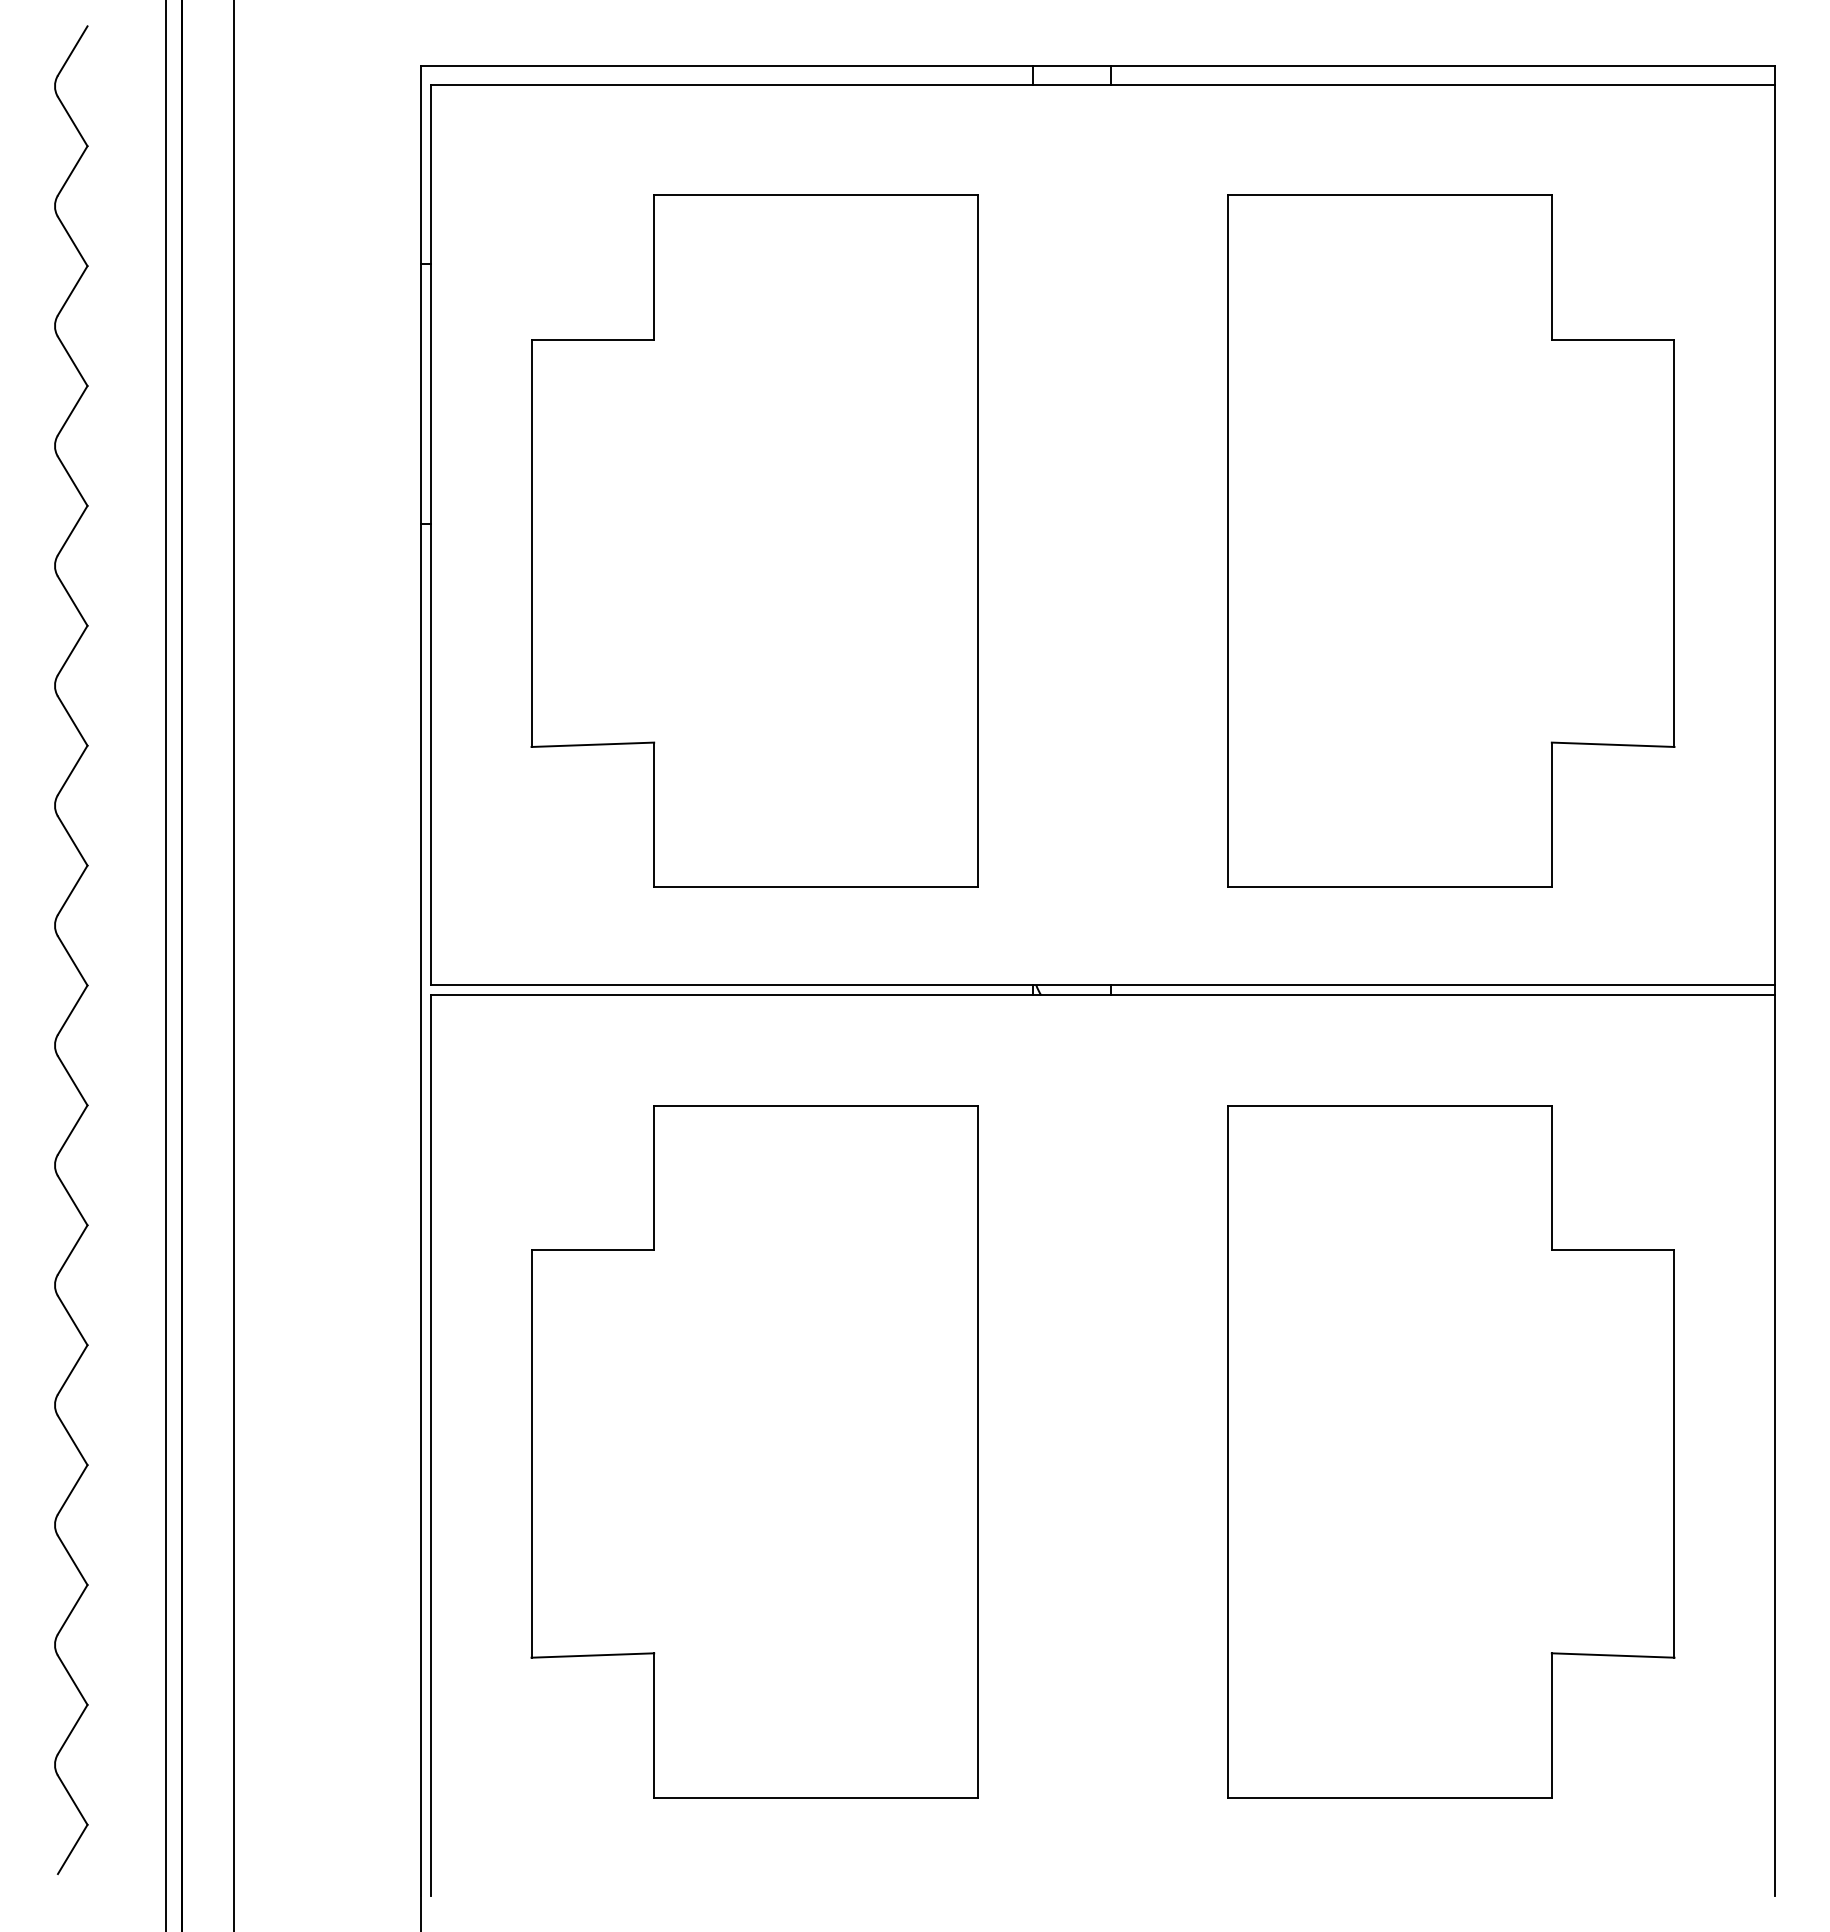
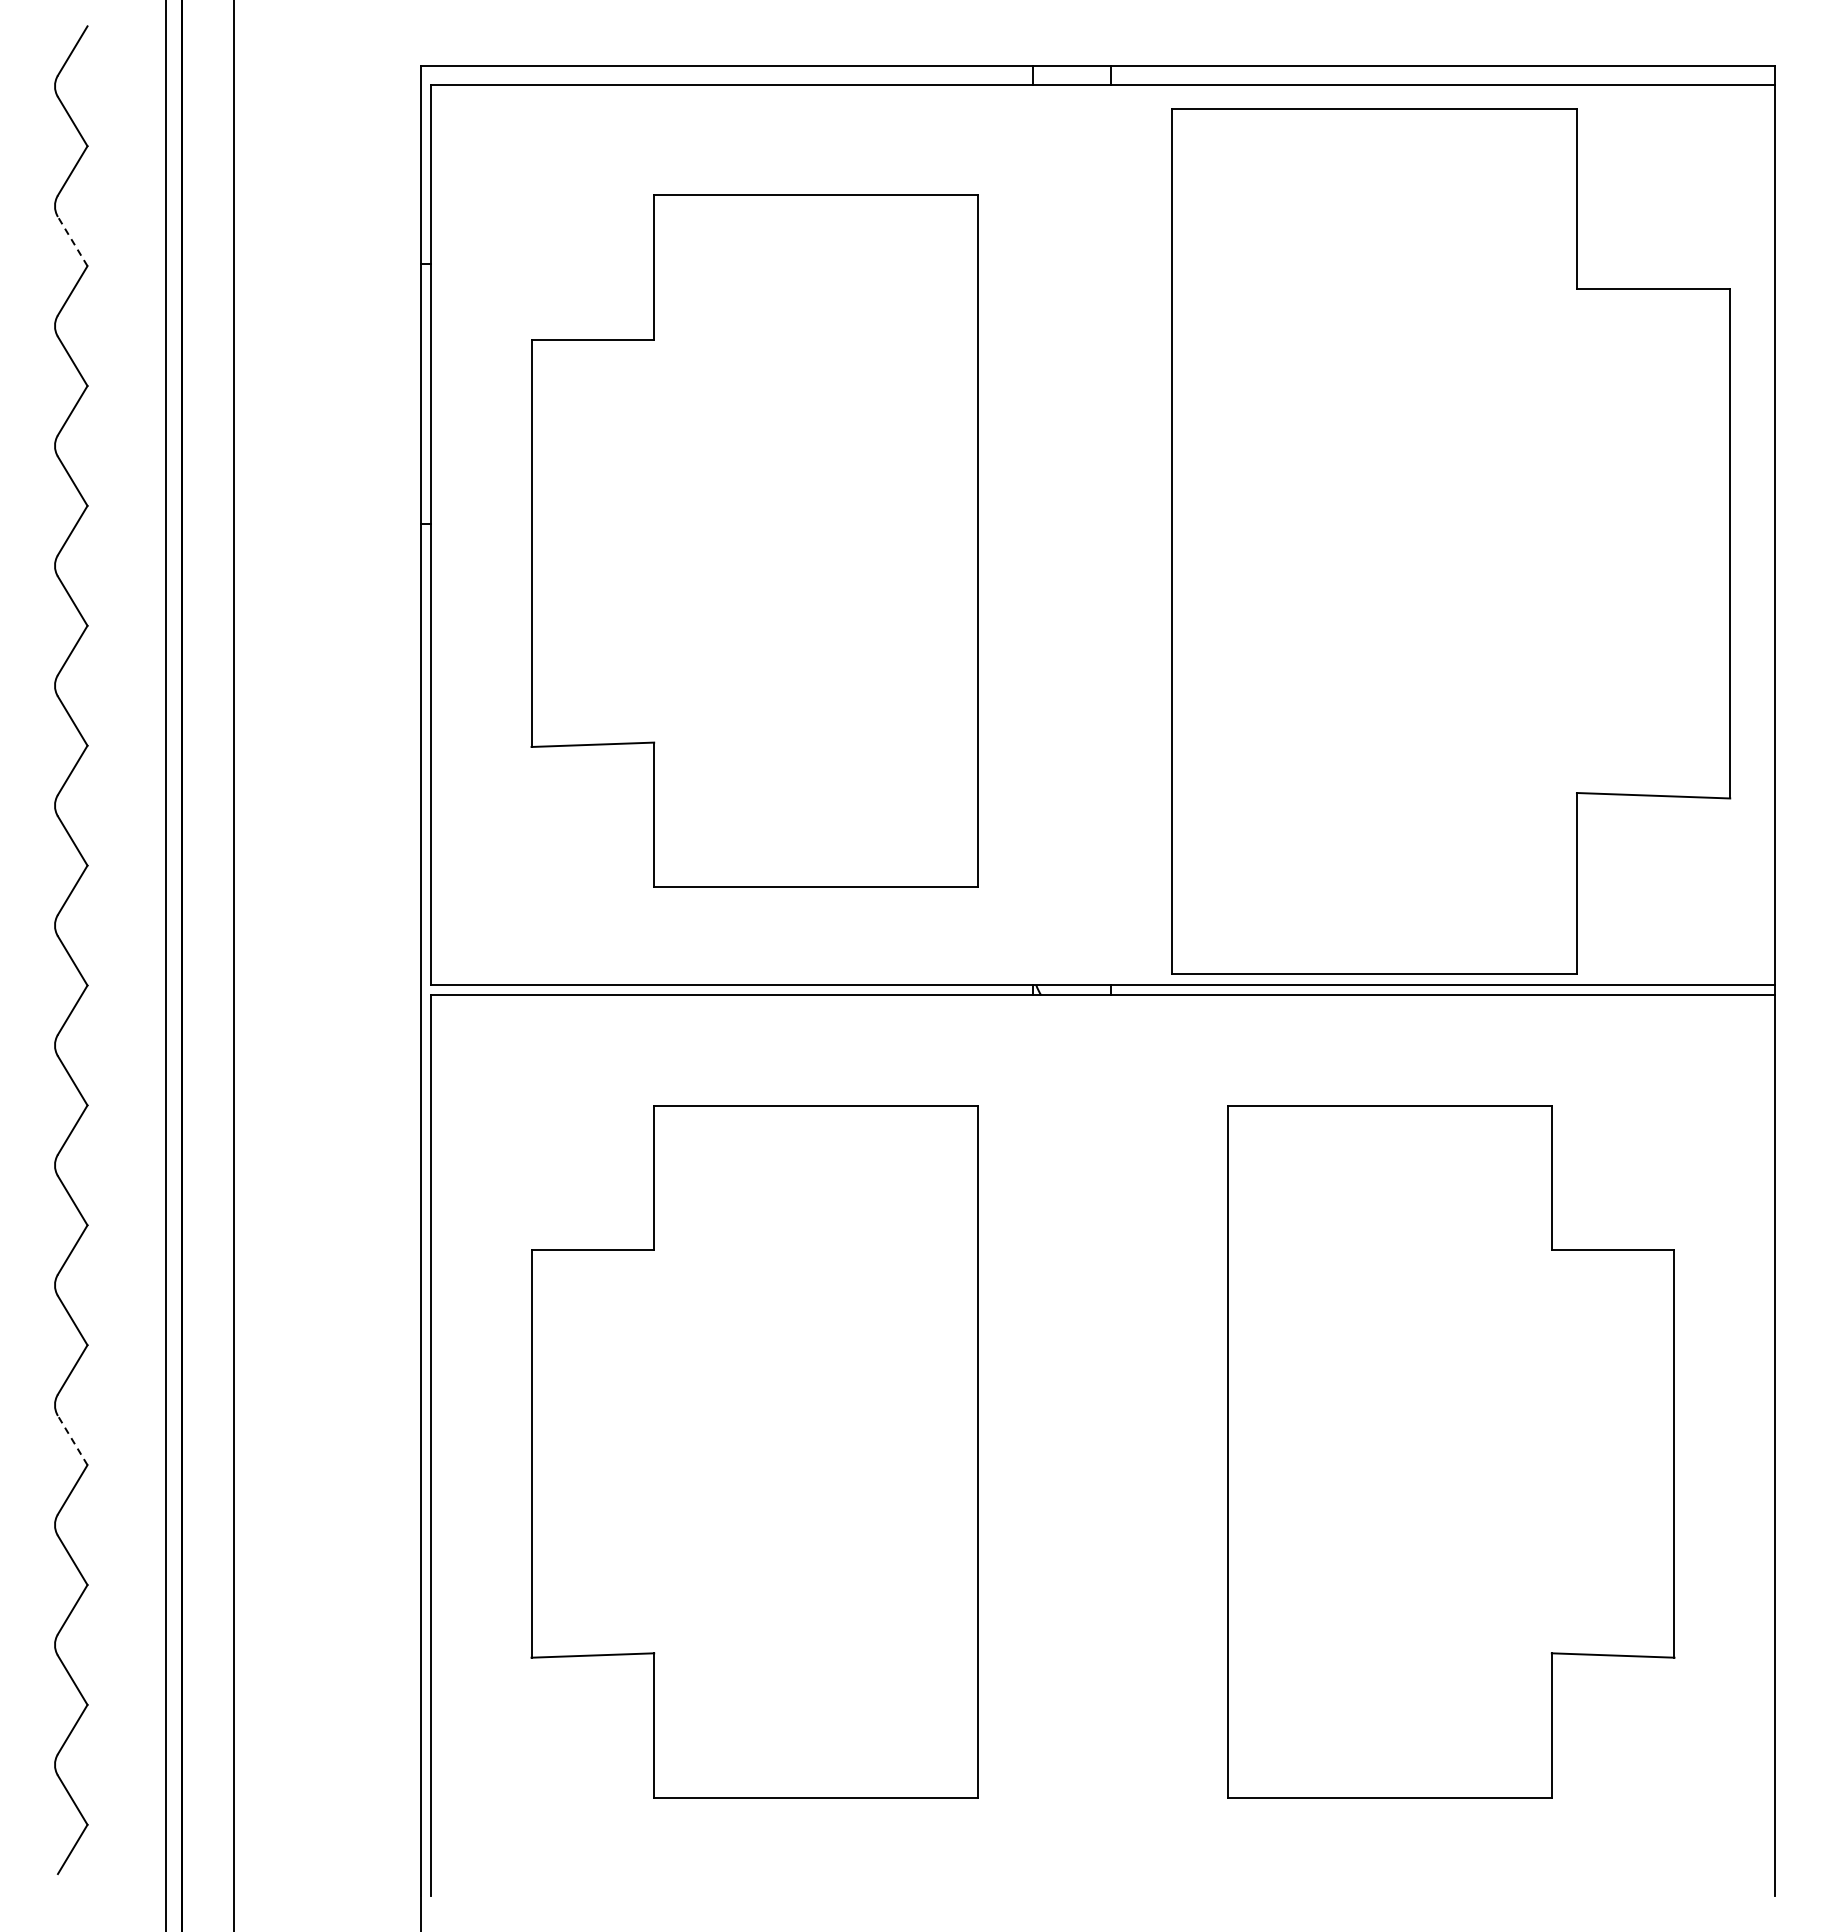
line at (72, 241): solid -> dashed
part at (1451, 540) size: 449x694 px -> 561x867 px
line at (72, 1440): solid -> dashed
